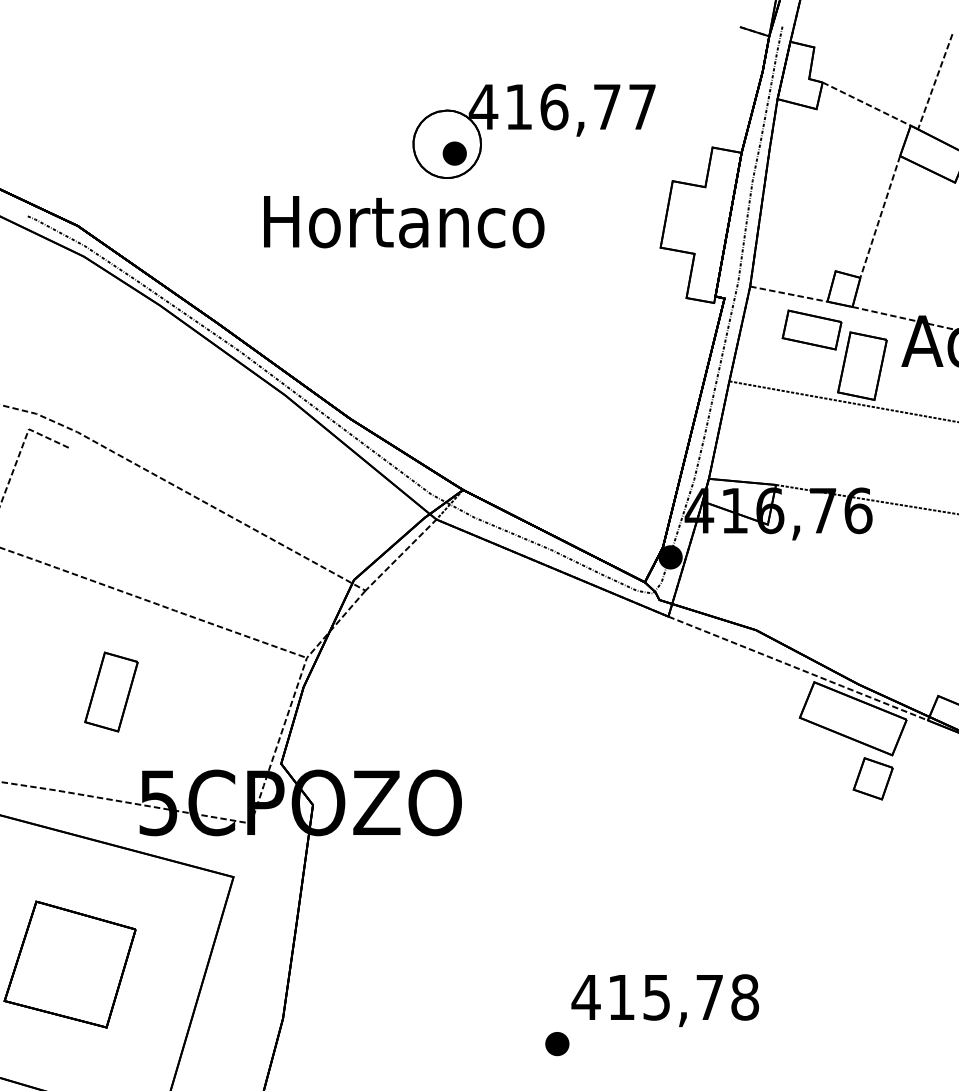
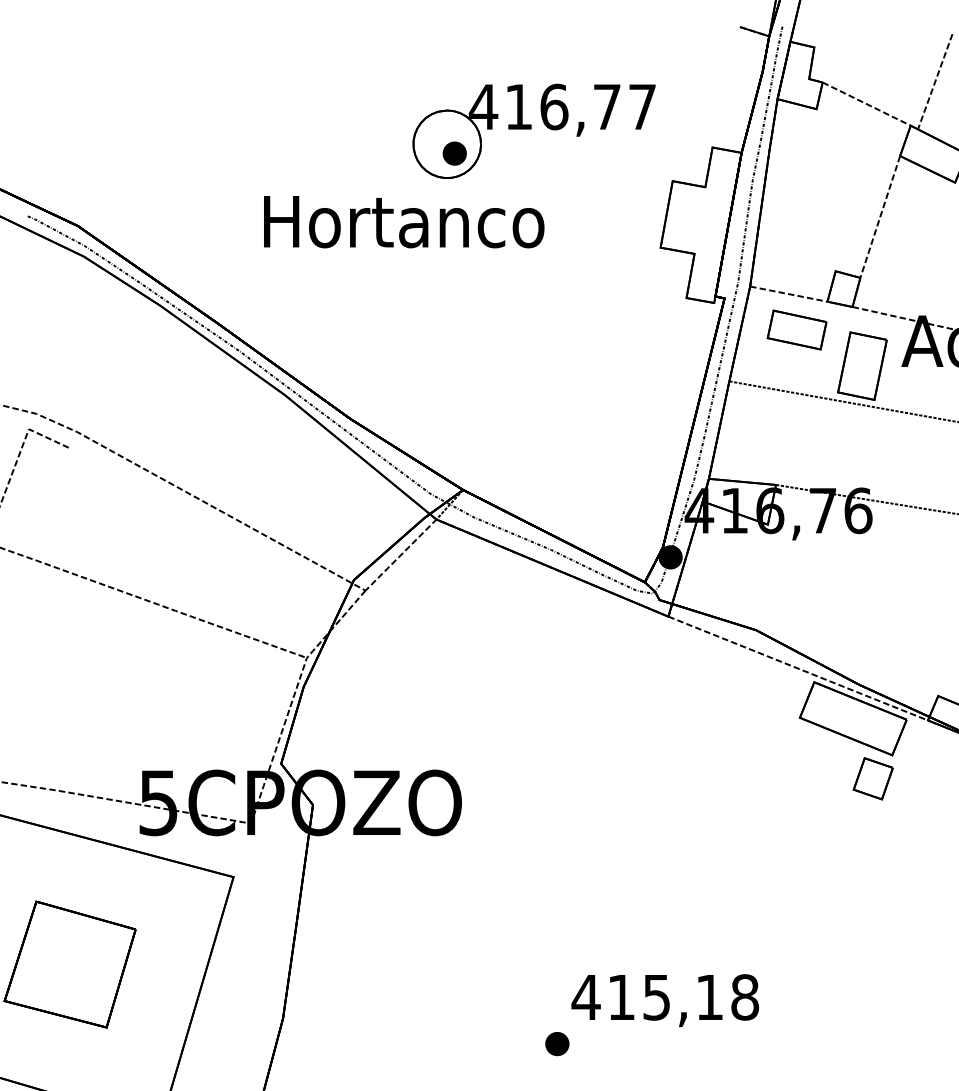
part at (811, 329) position: (811, 329) -> (796, 329)
part at (111, 691): present -> none
text at (709, 997): 415,78 -> 415,18
